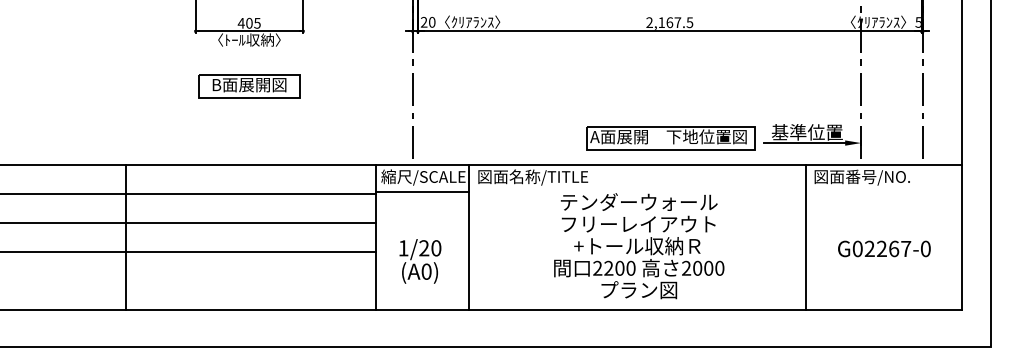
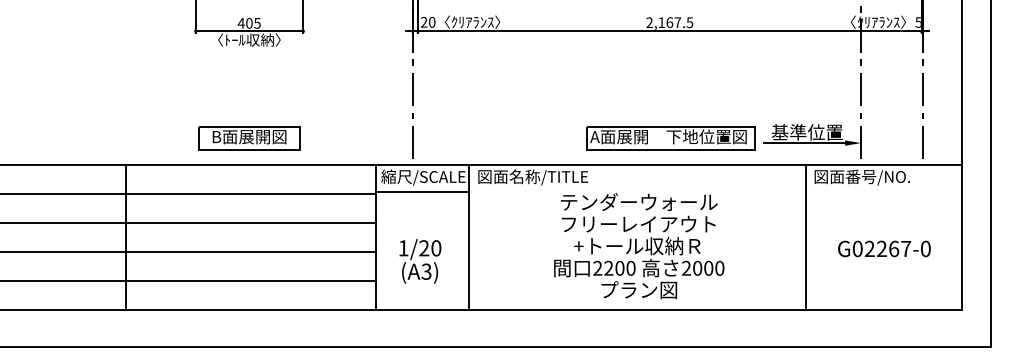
part at (249, 86) position: (249, 86) -> (249, 138)
text at (426, 271): (A0) -> (A3)
line at (188, 280): none -> present
